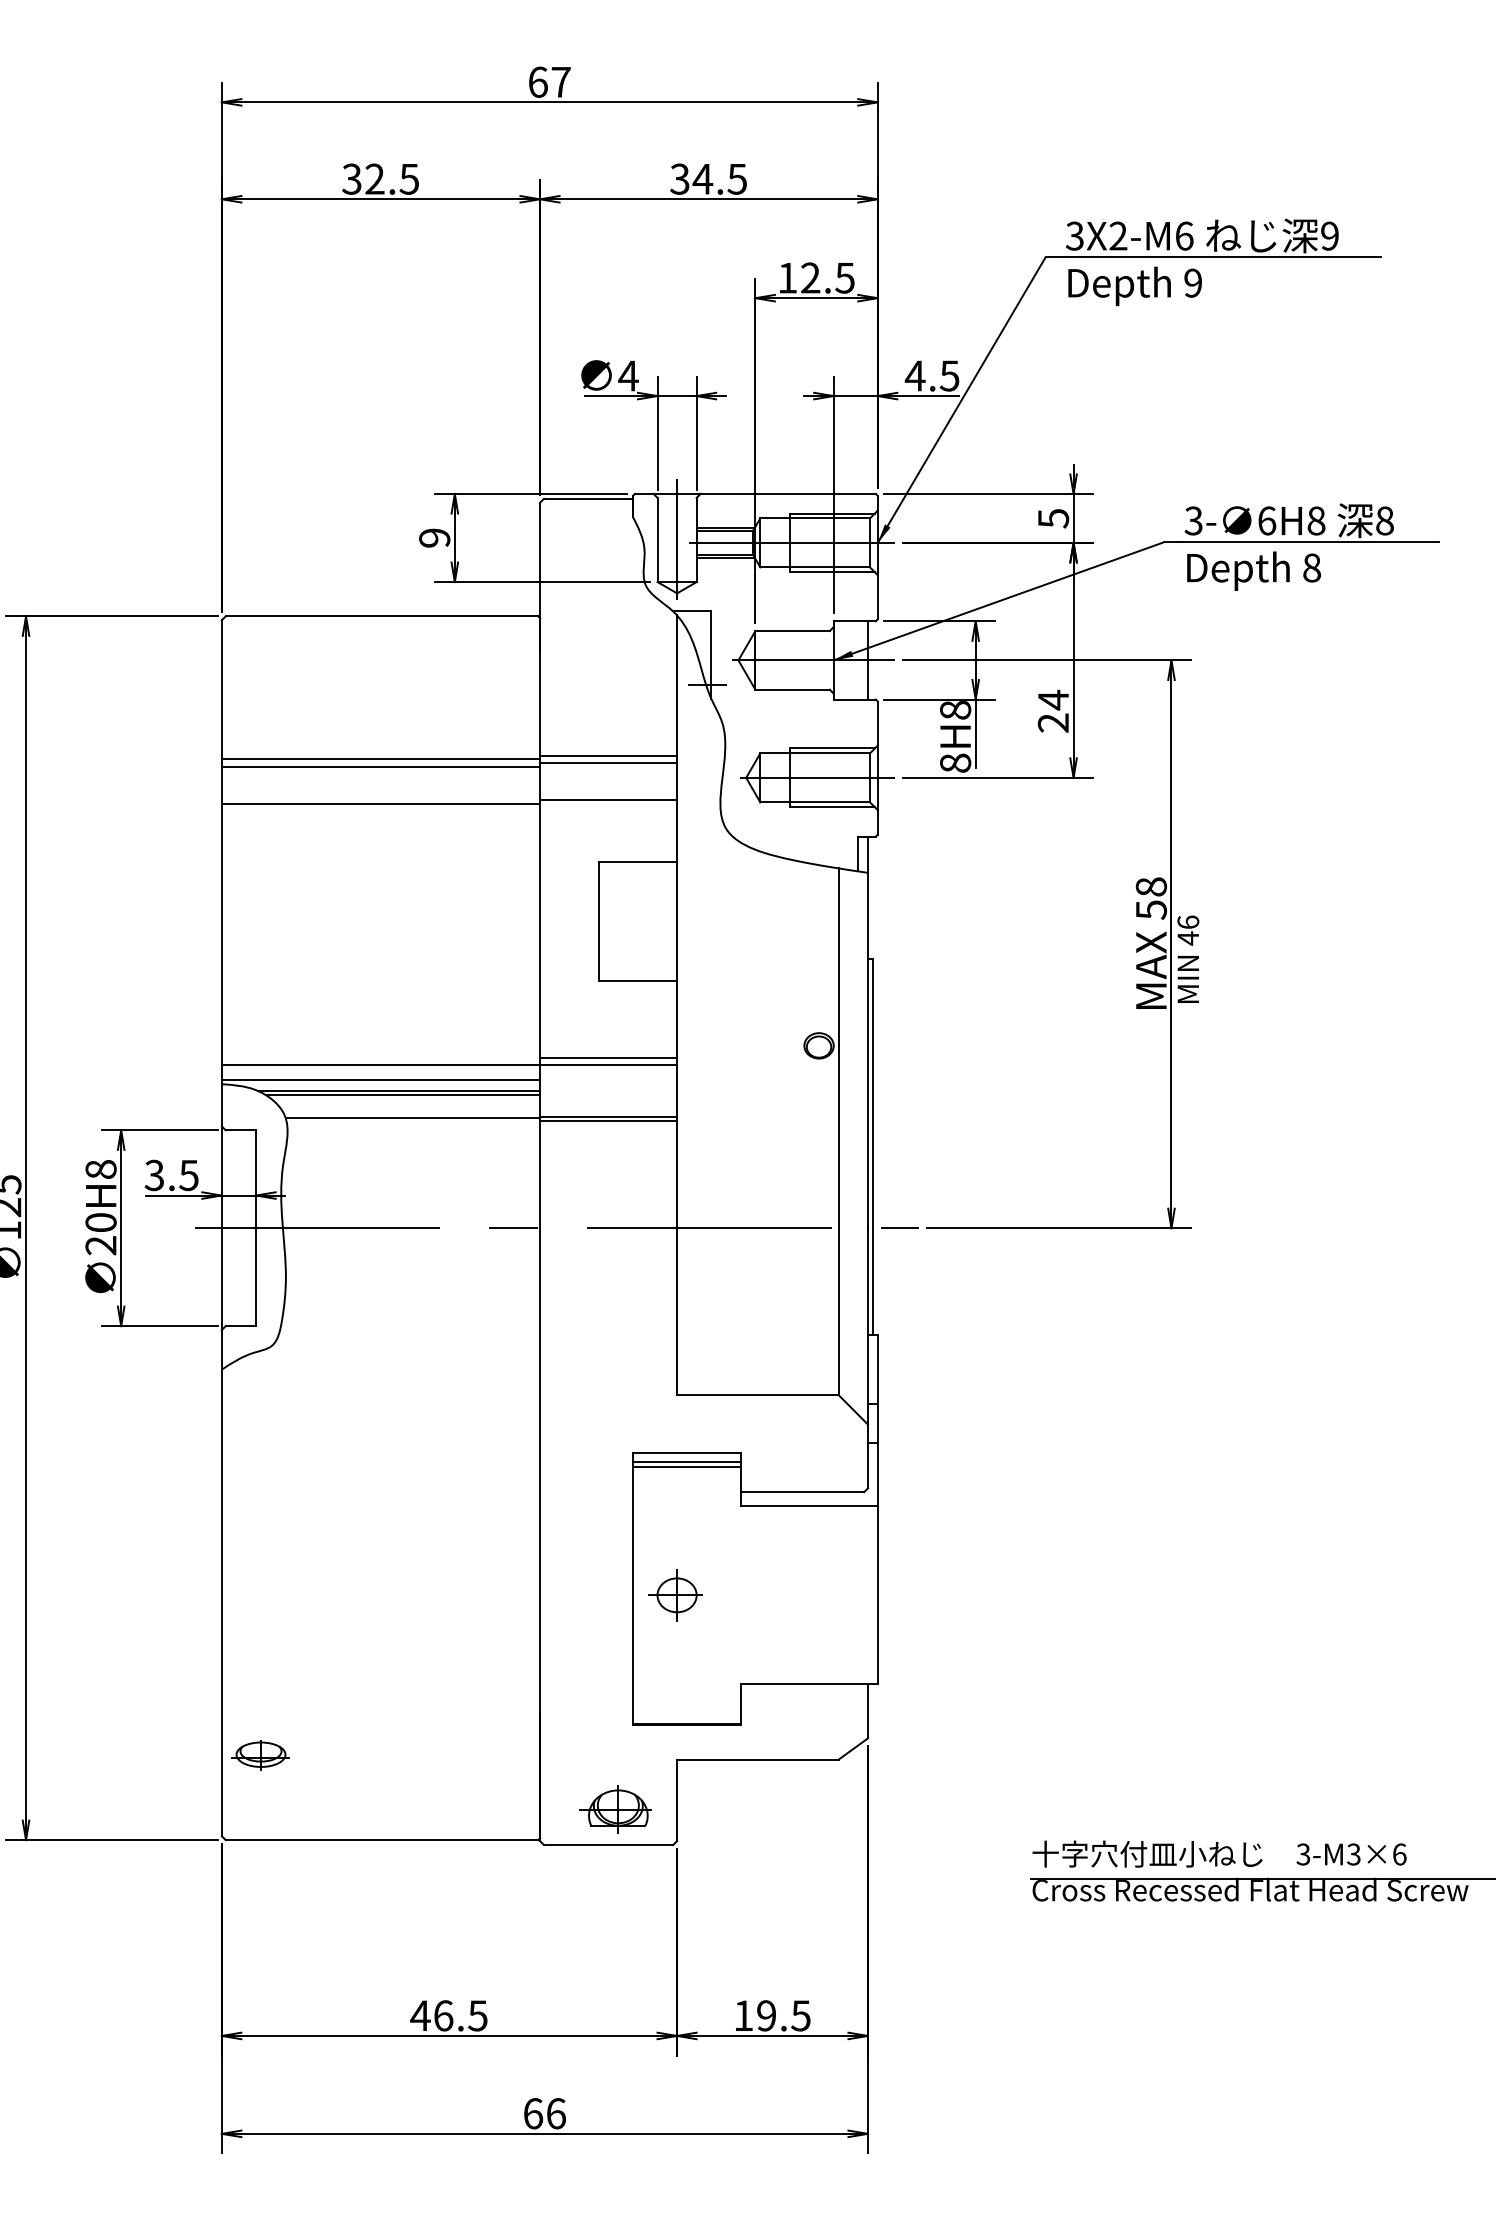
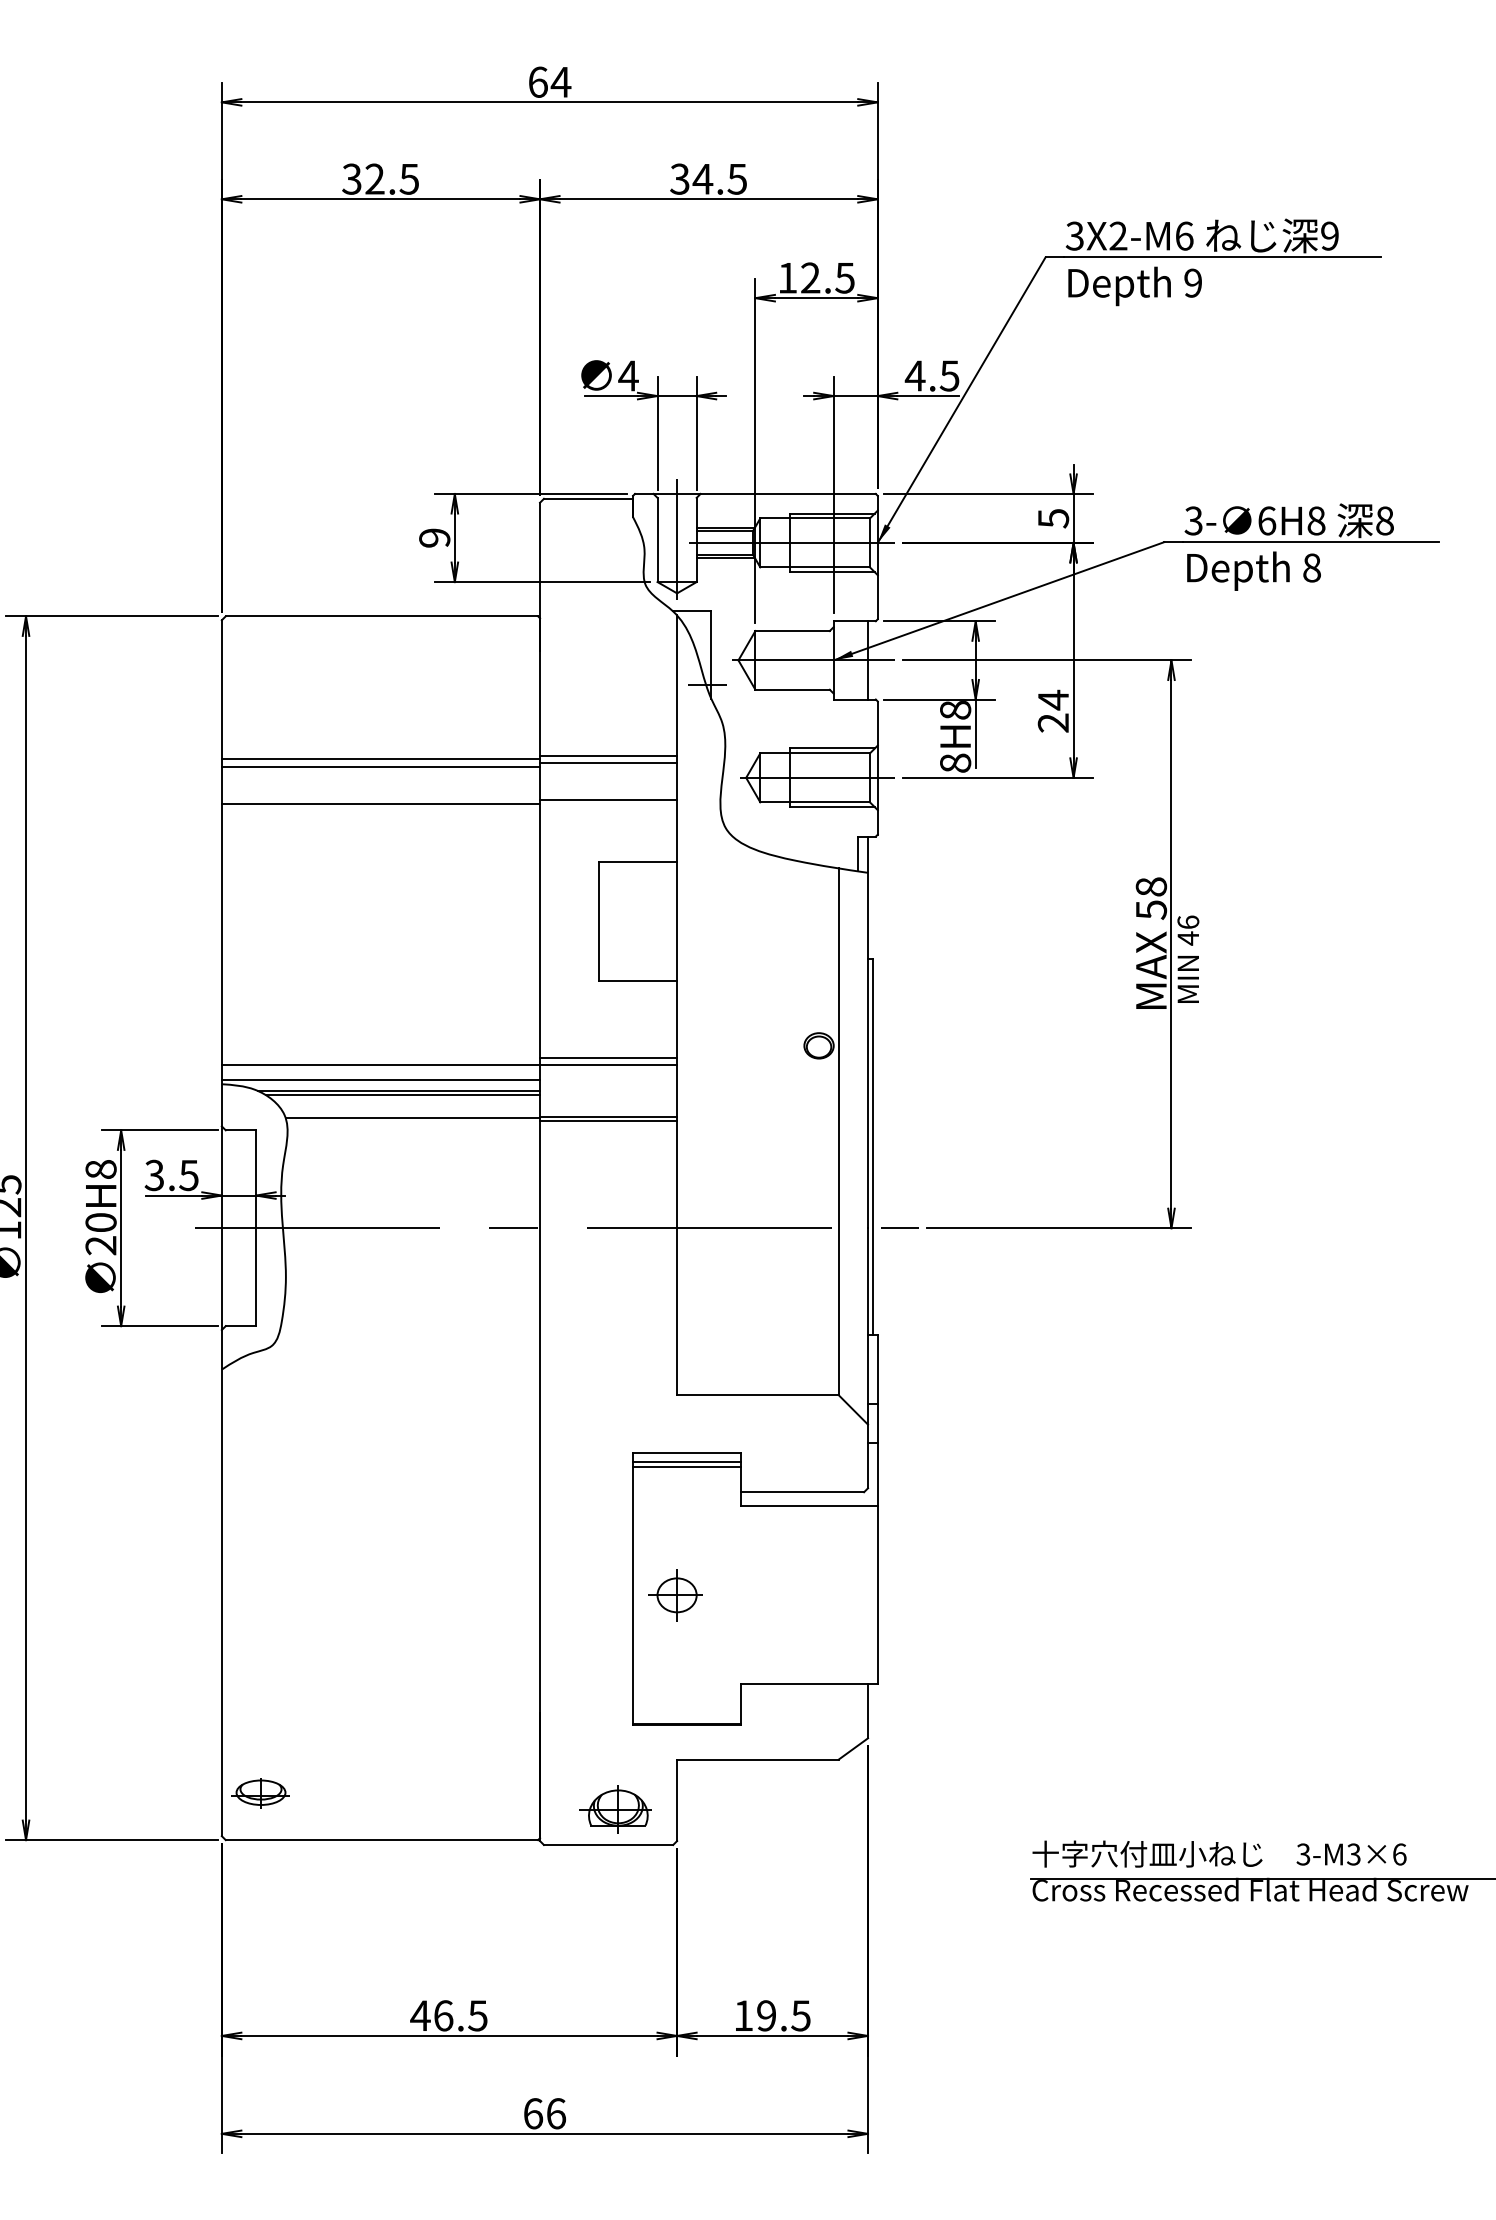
text at (560, 82): 67 -> 64
part at (260, 1755) position: (260, 1755) -> (260, 1793)
